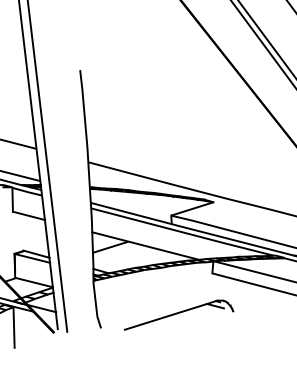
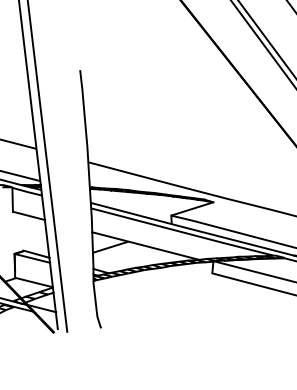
part at (179, 314): present -> none
line at (13, 327): present -> none
